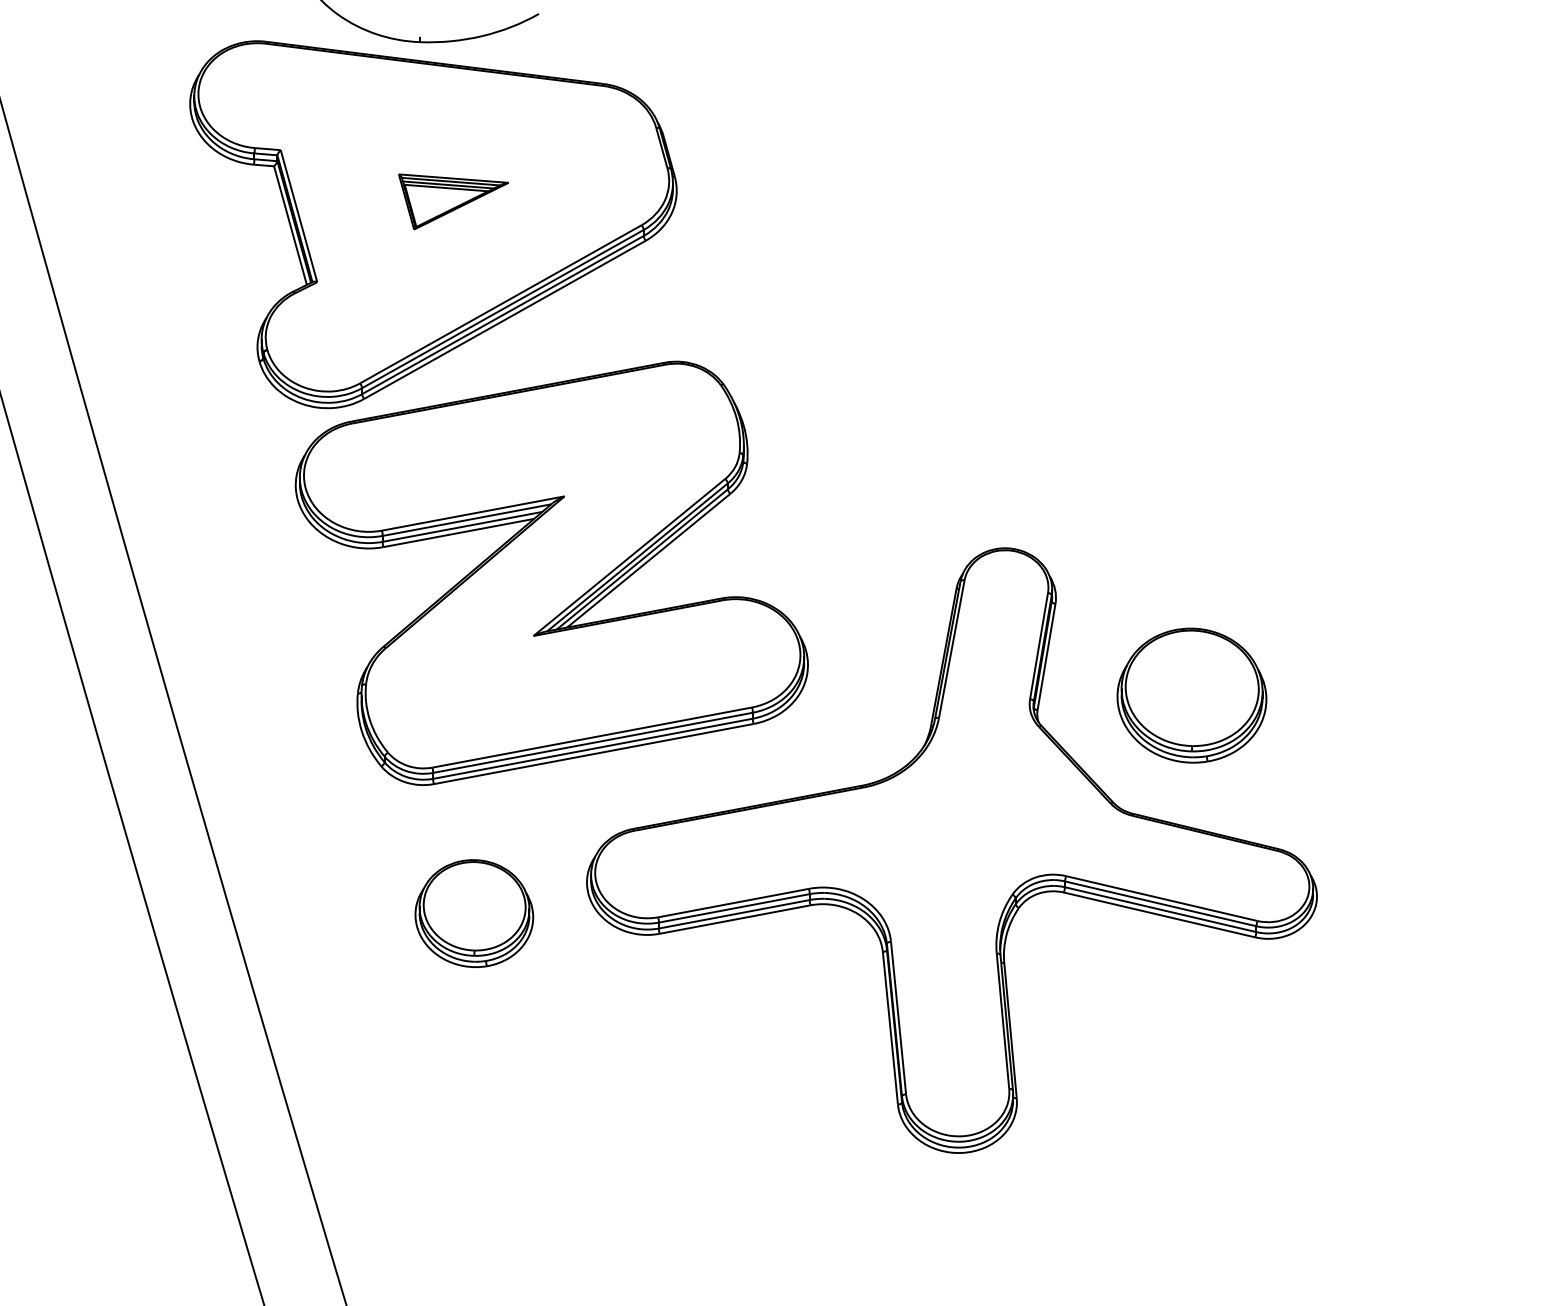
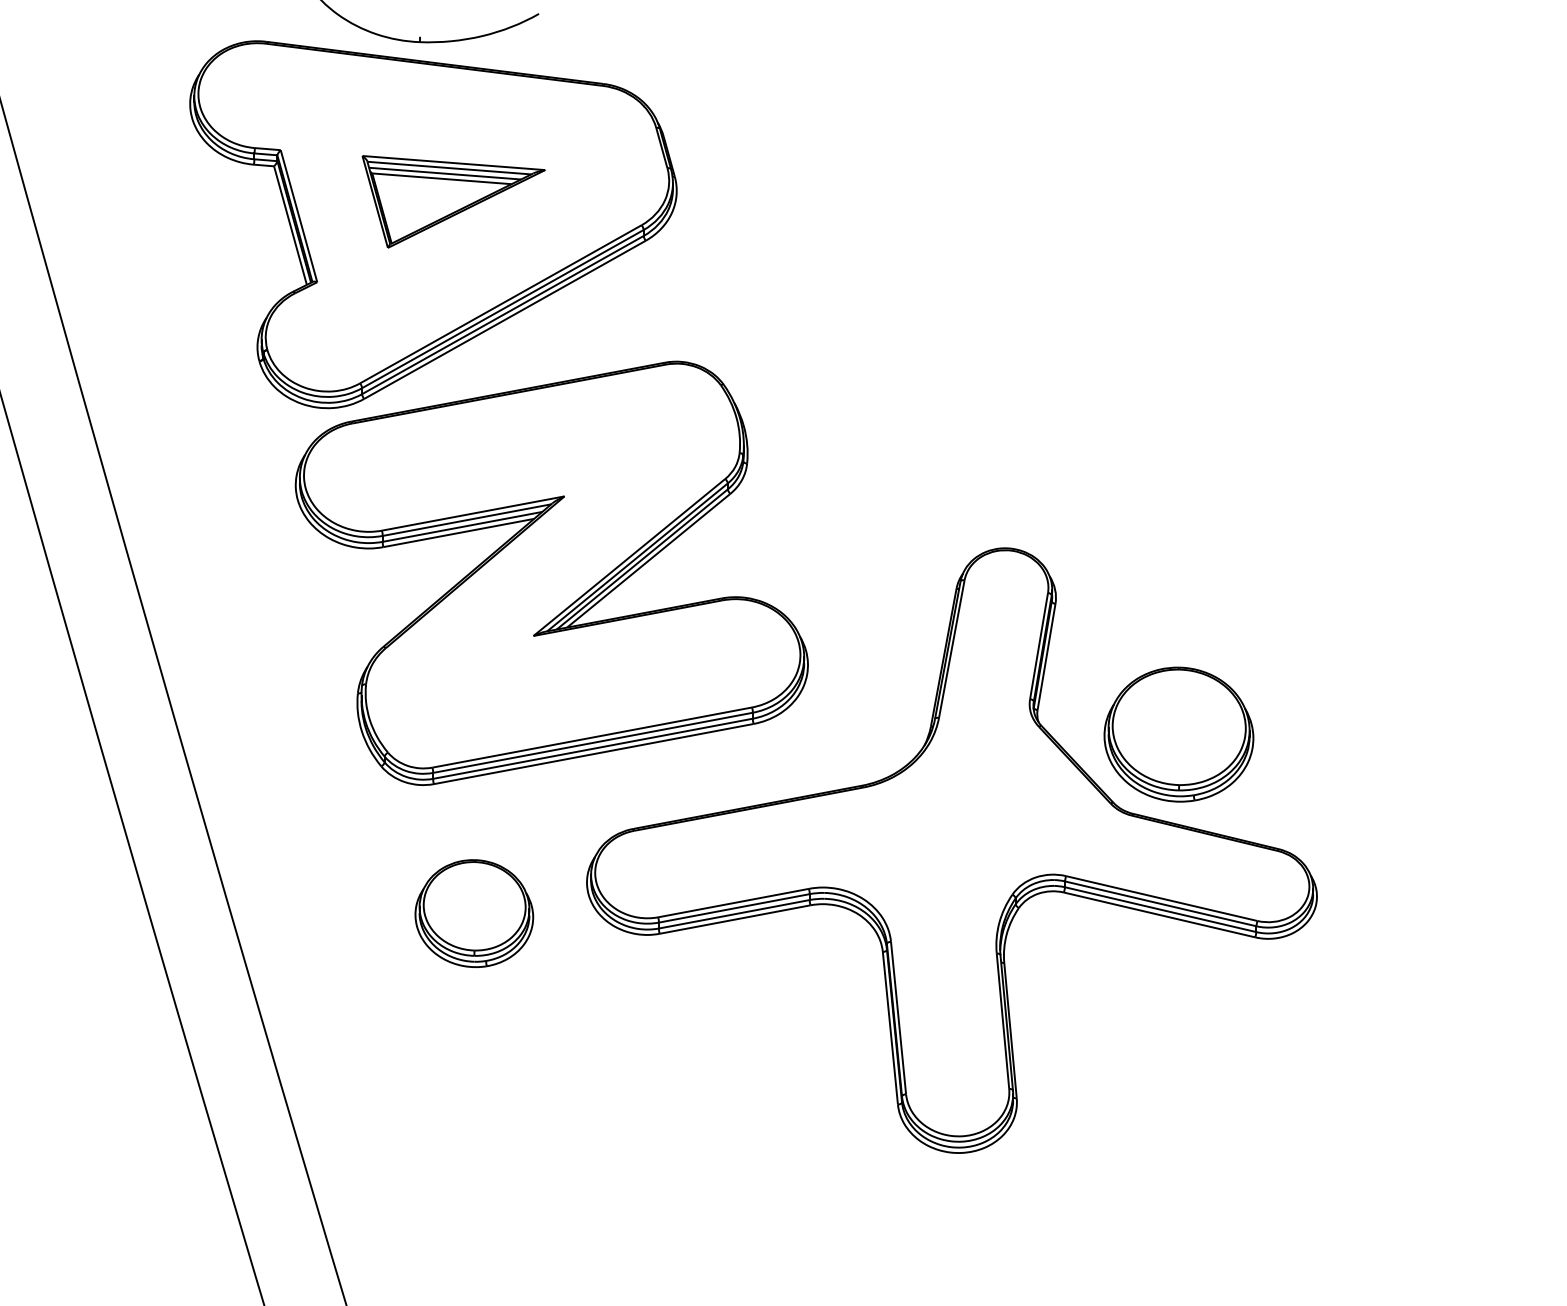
part at (453, 201) size: 111x58 px -> 185x94 px
part at (1191, 695) position: (1191, 695) -> (1178, 734)
